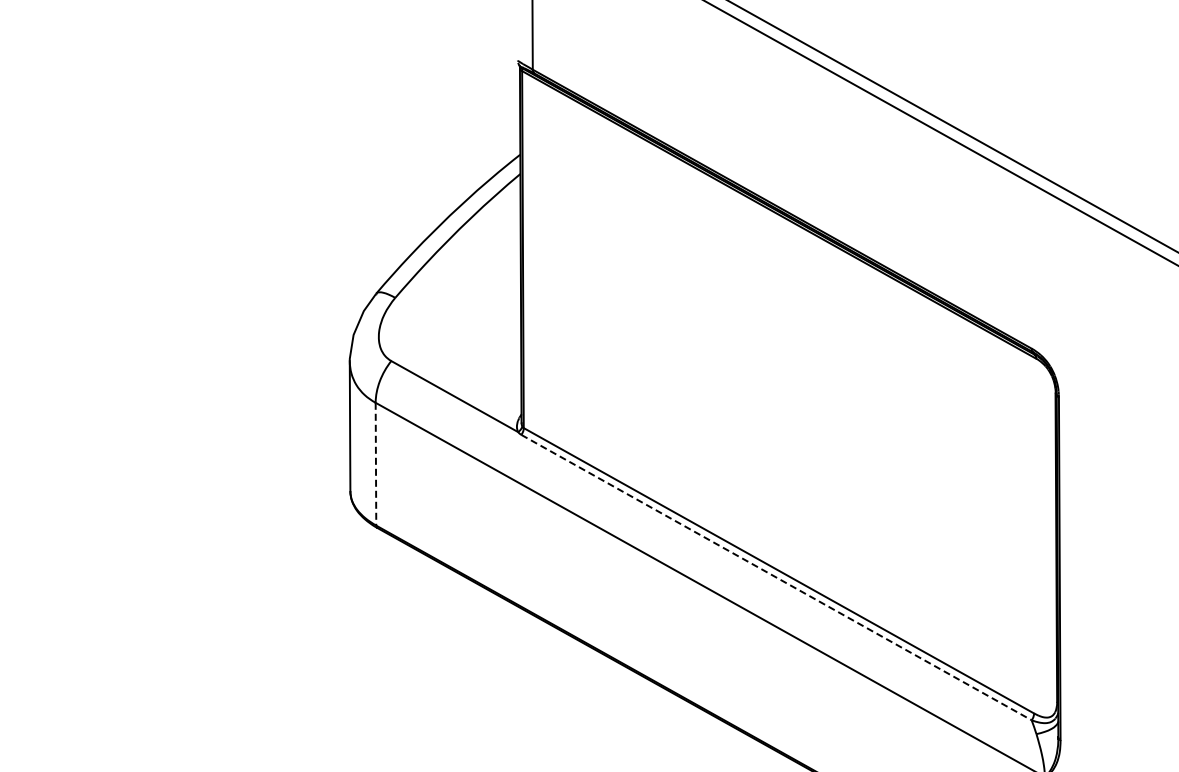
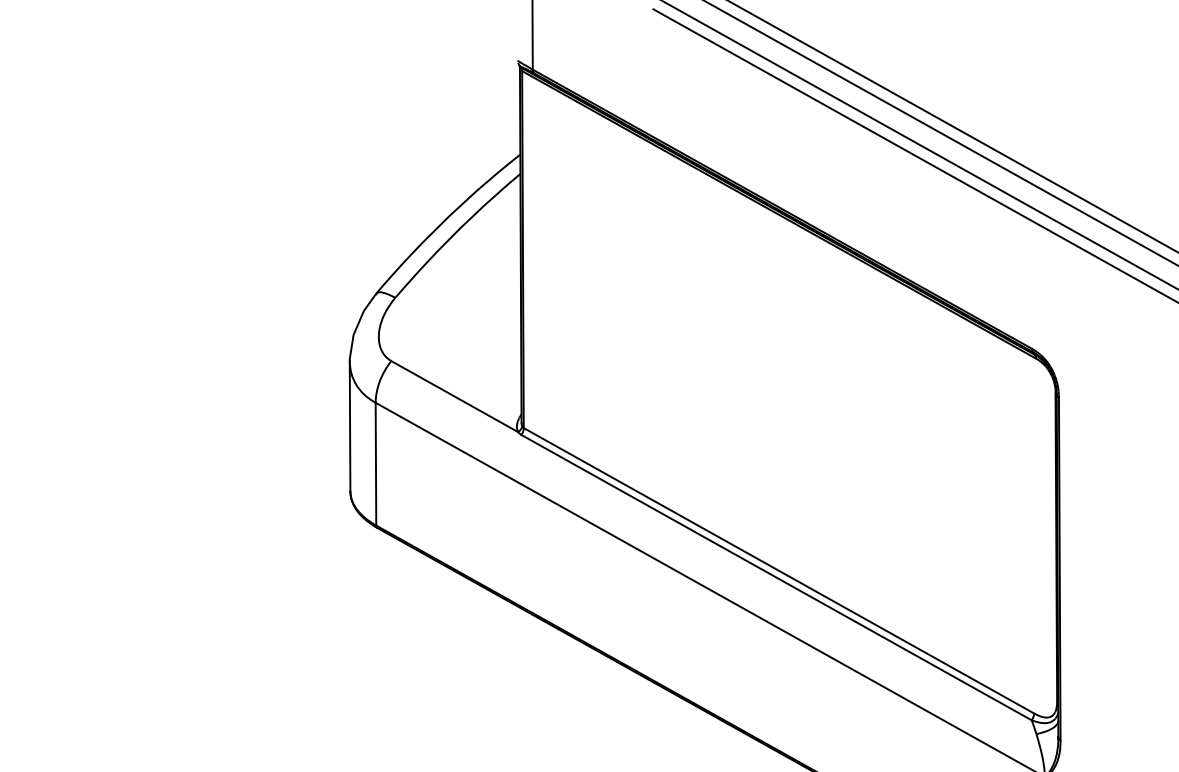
line at (919, 145): none -> present
line at (914, 155): none -> present
line at (375, 464): dashed -> solid
line at (776, 577): dashed -> solid
